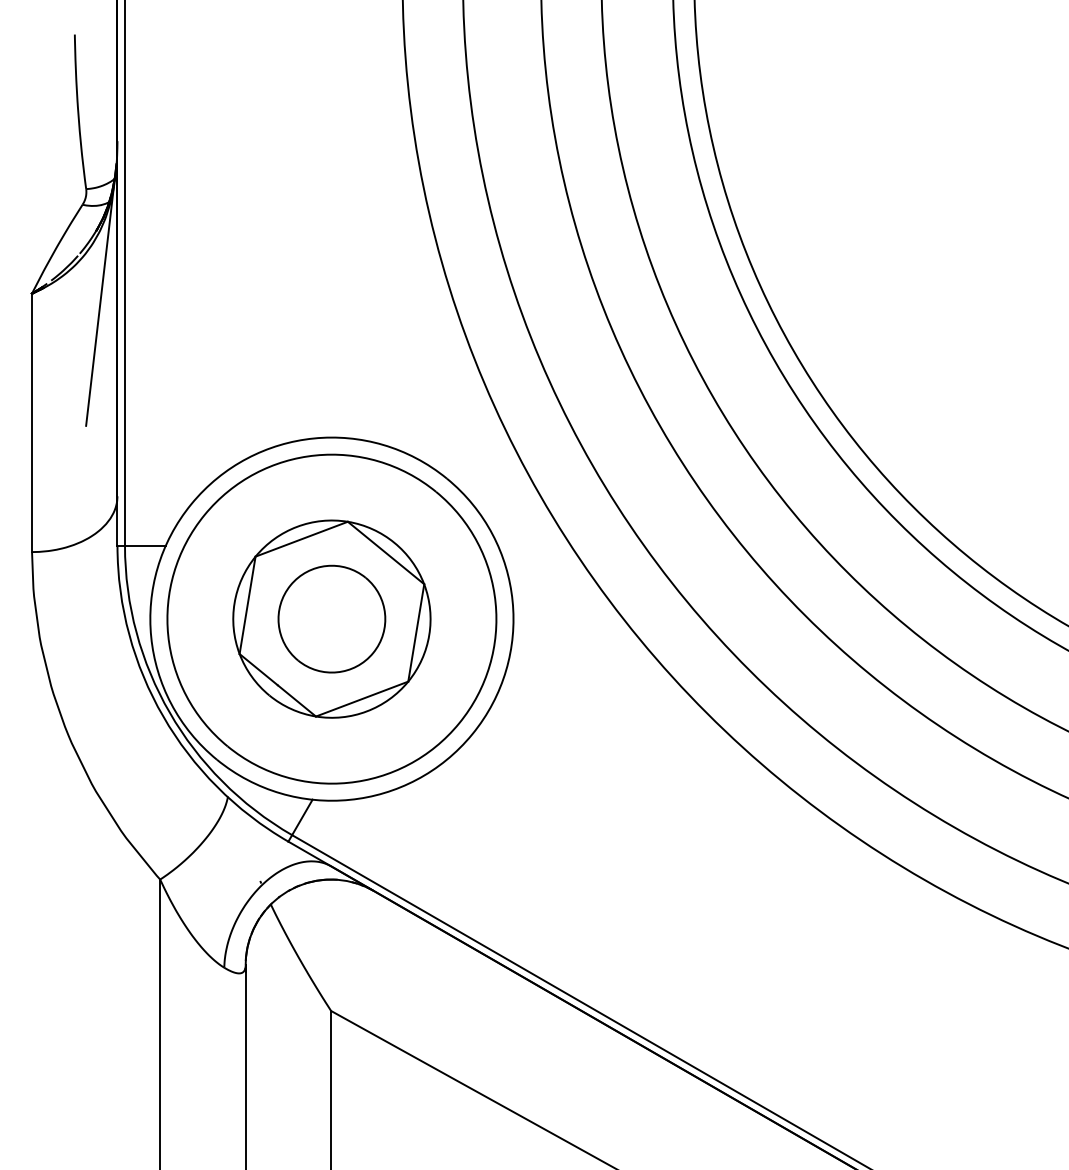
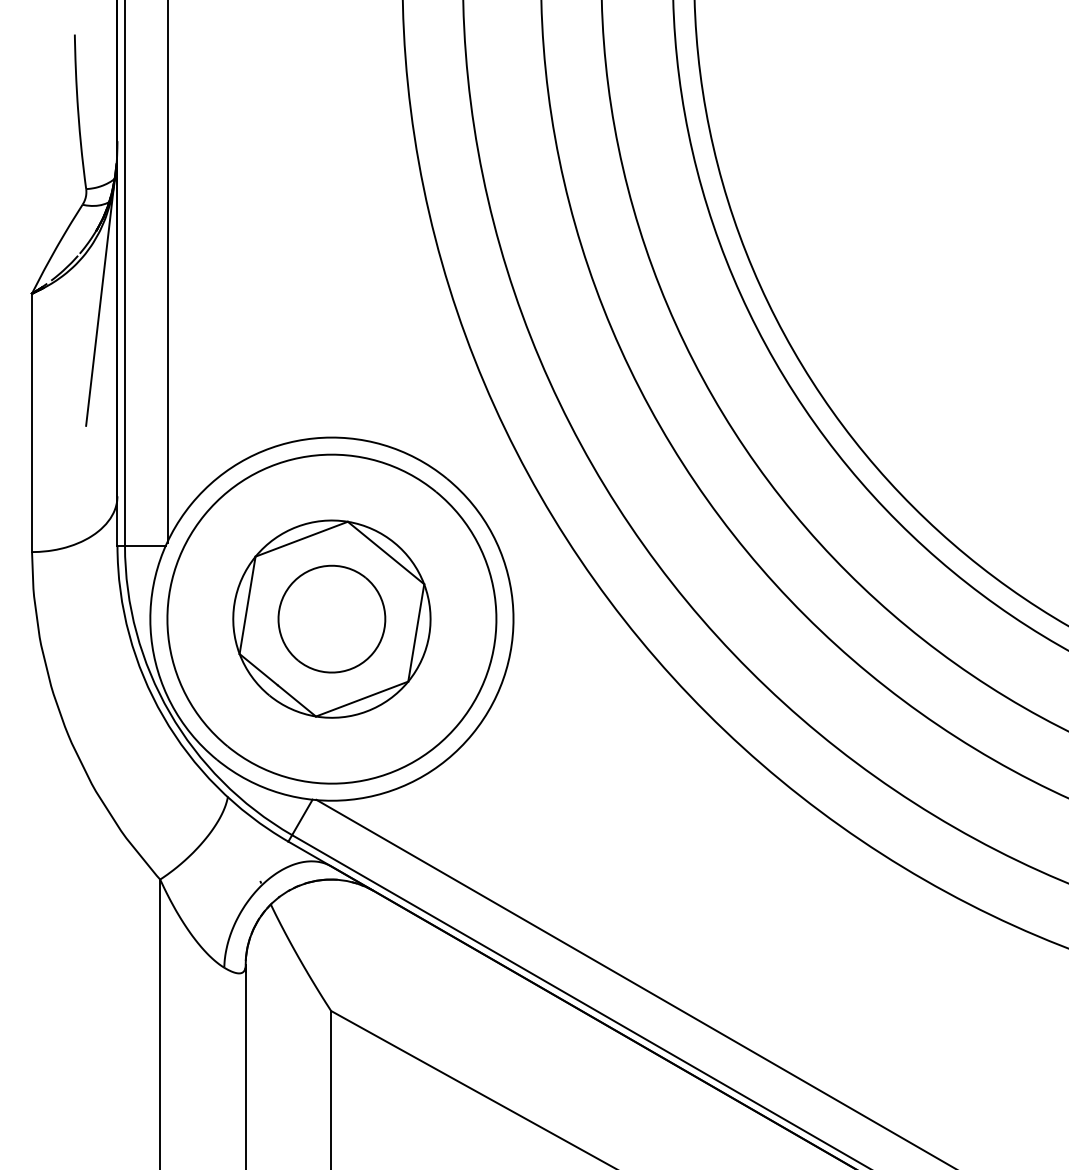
line at (167, 272): none -> present
line at (634, 982): none -> present
